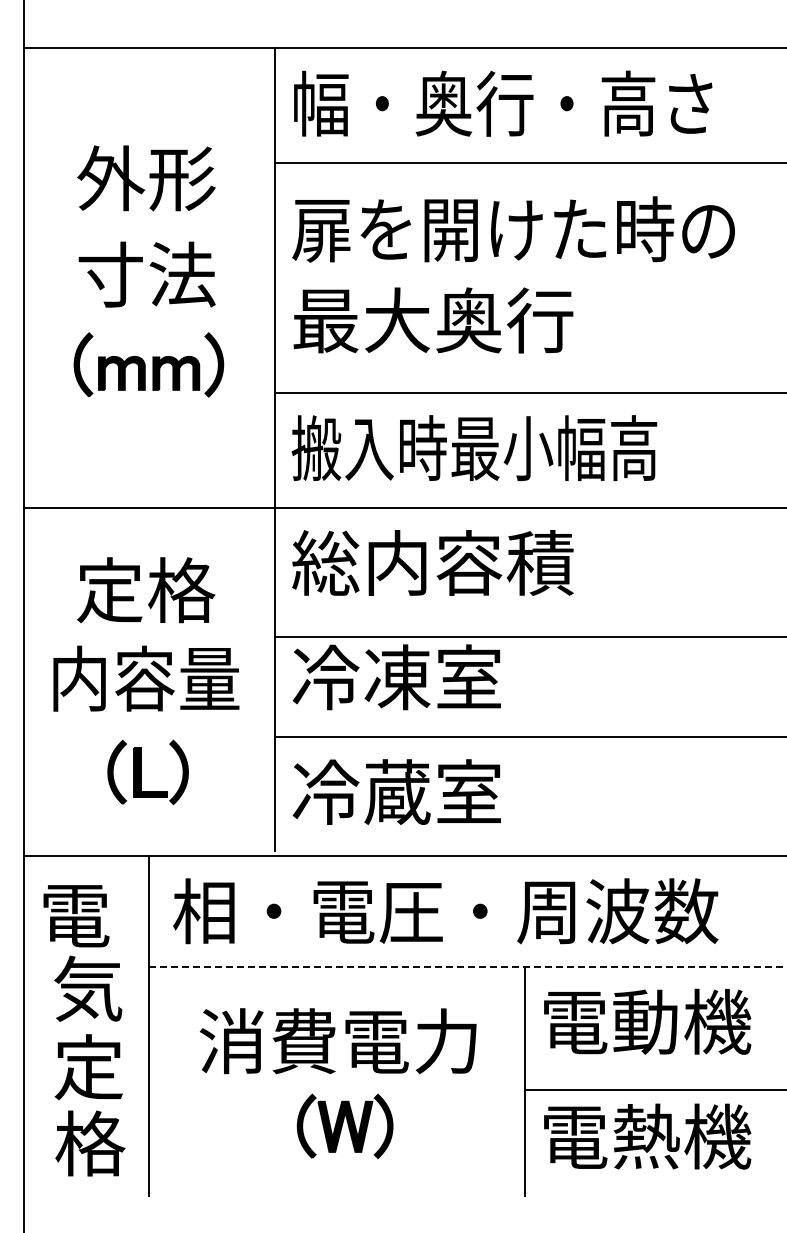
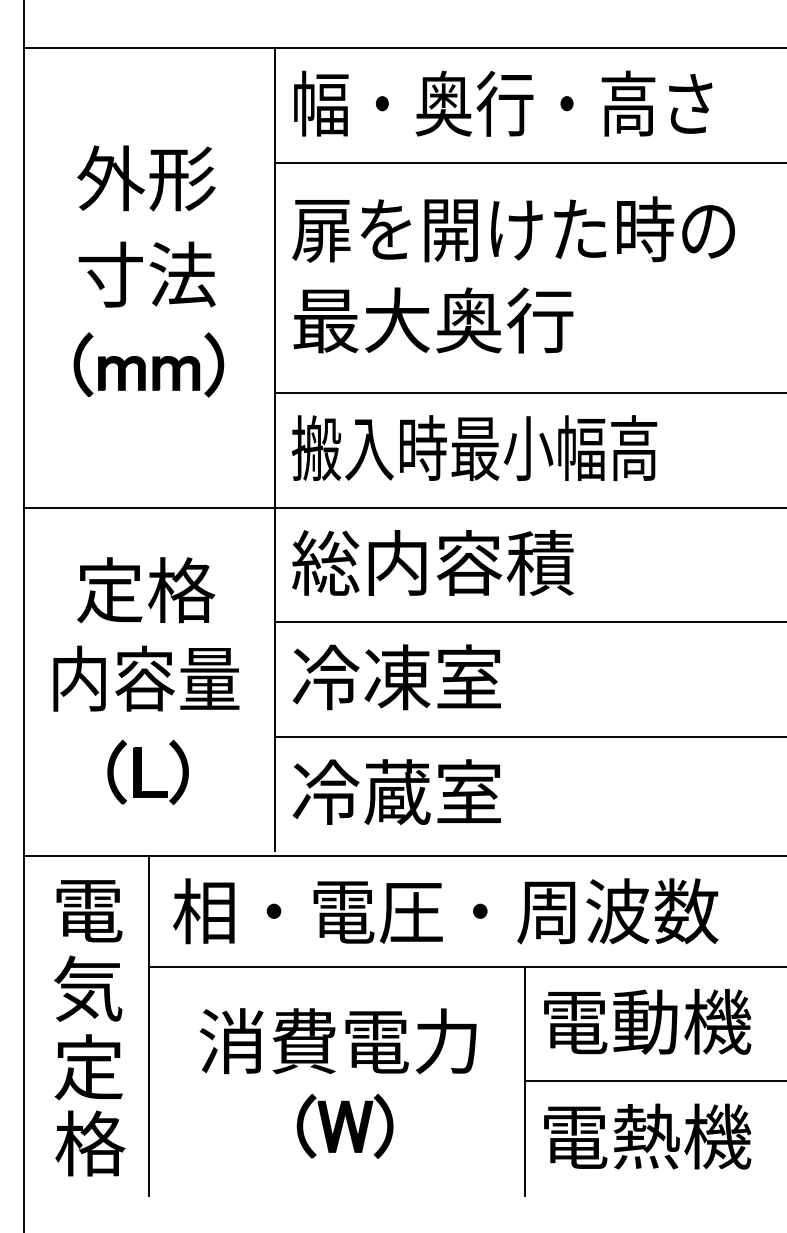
line at (528, 637) position: (528, 637) -> (528, 622)
text at (76, 916) position: (76, 916) -> (89, 911)
line at (467, 966): dashed -> solid
line at (653, 1090) position: (653, 1090) -> (653, 1081)
